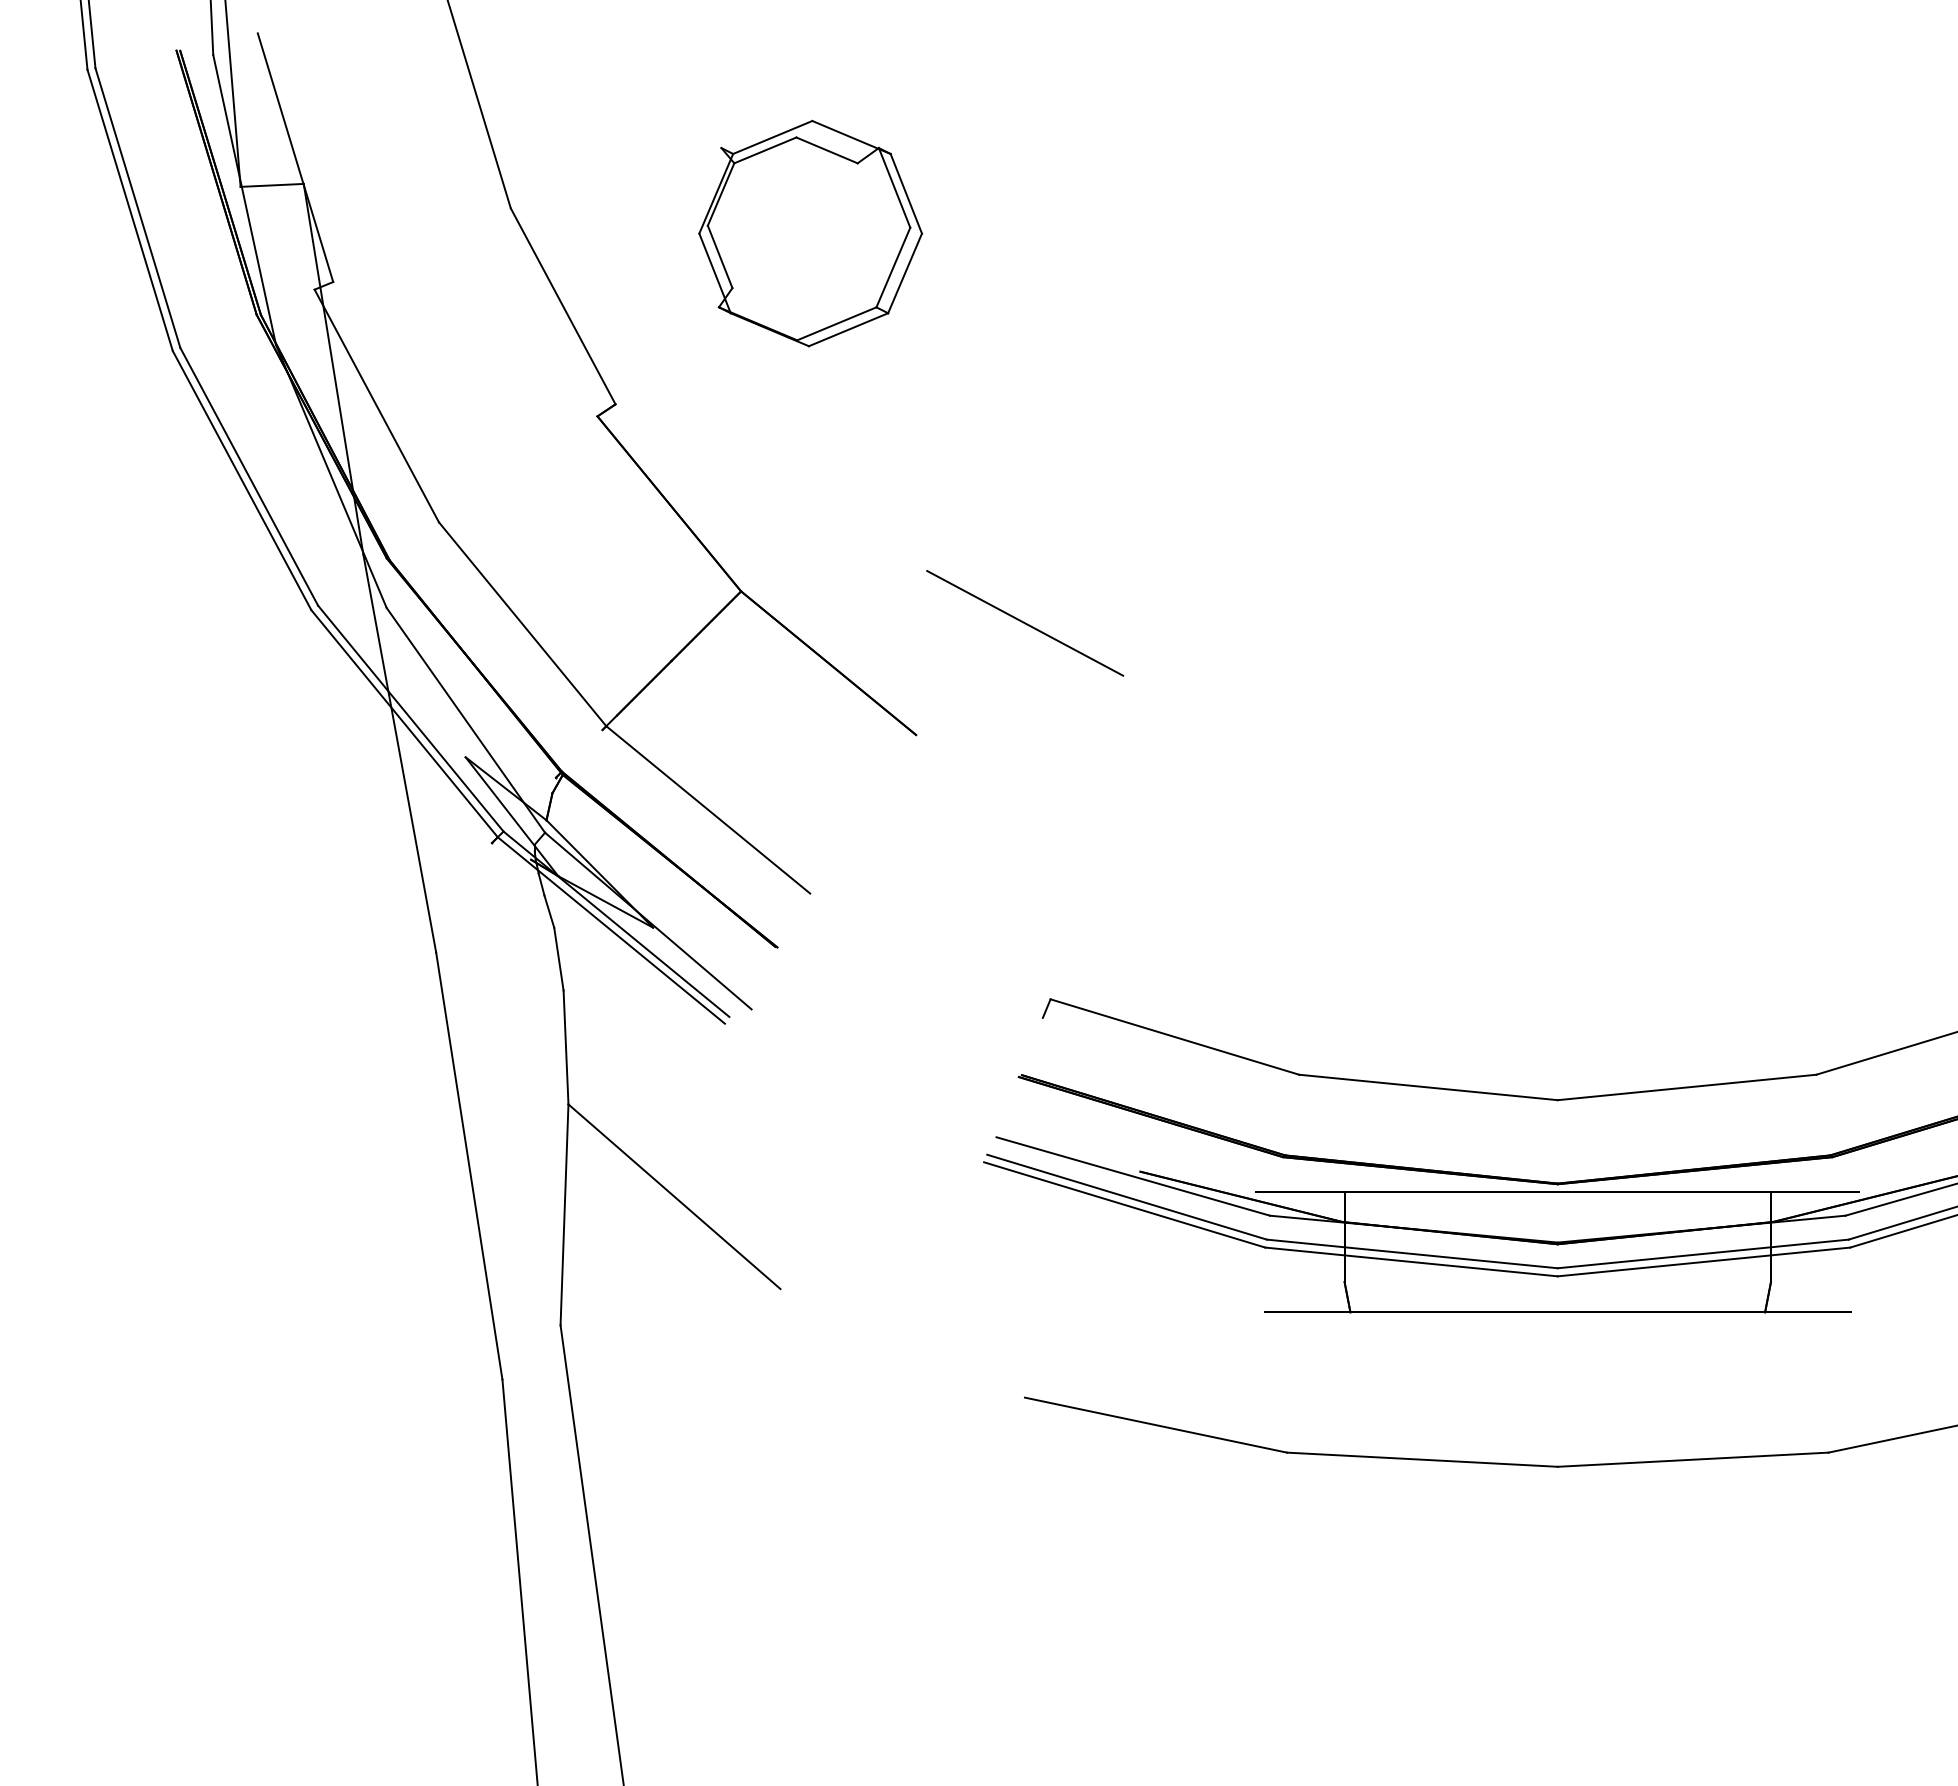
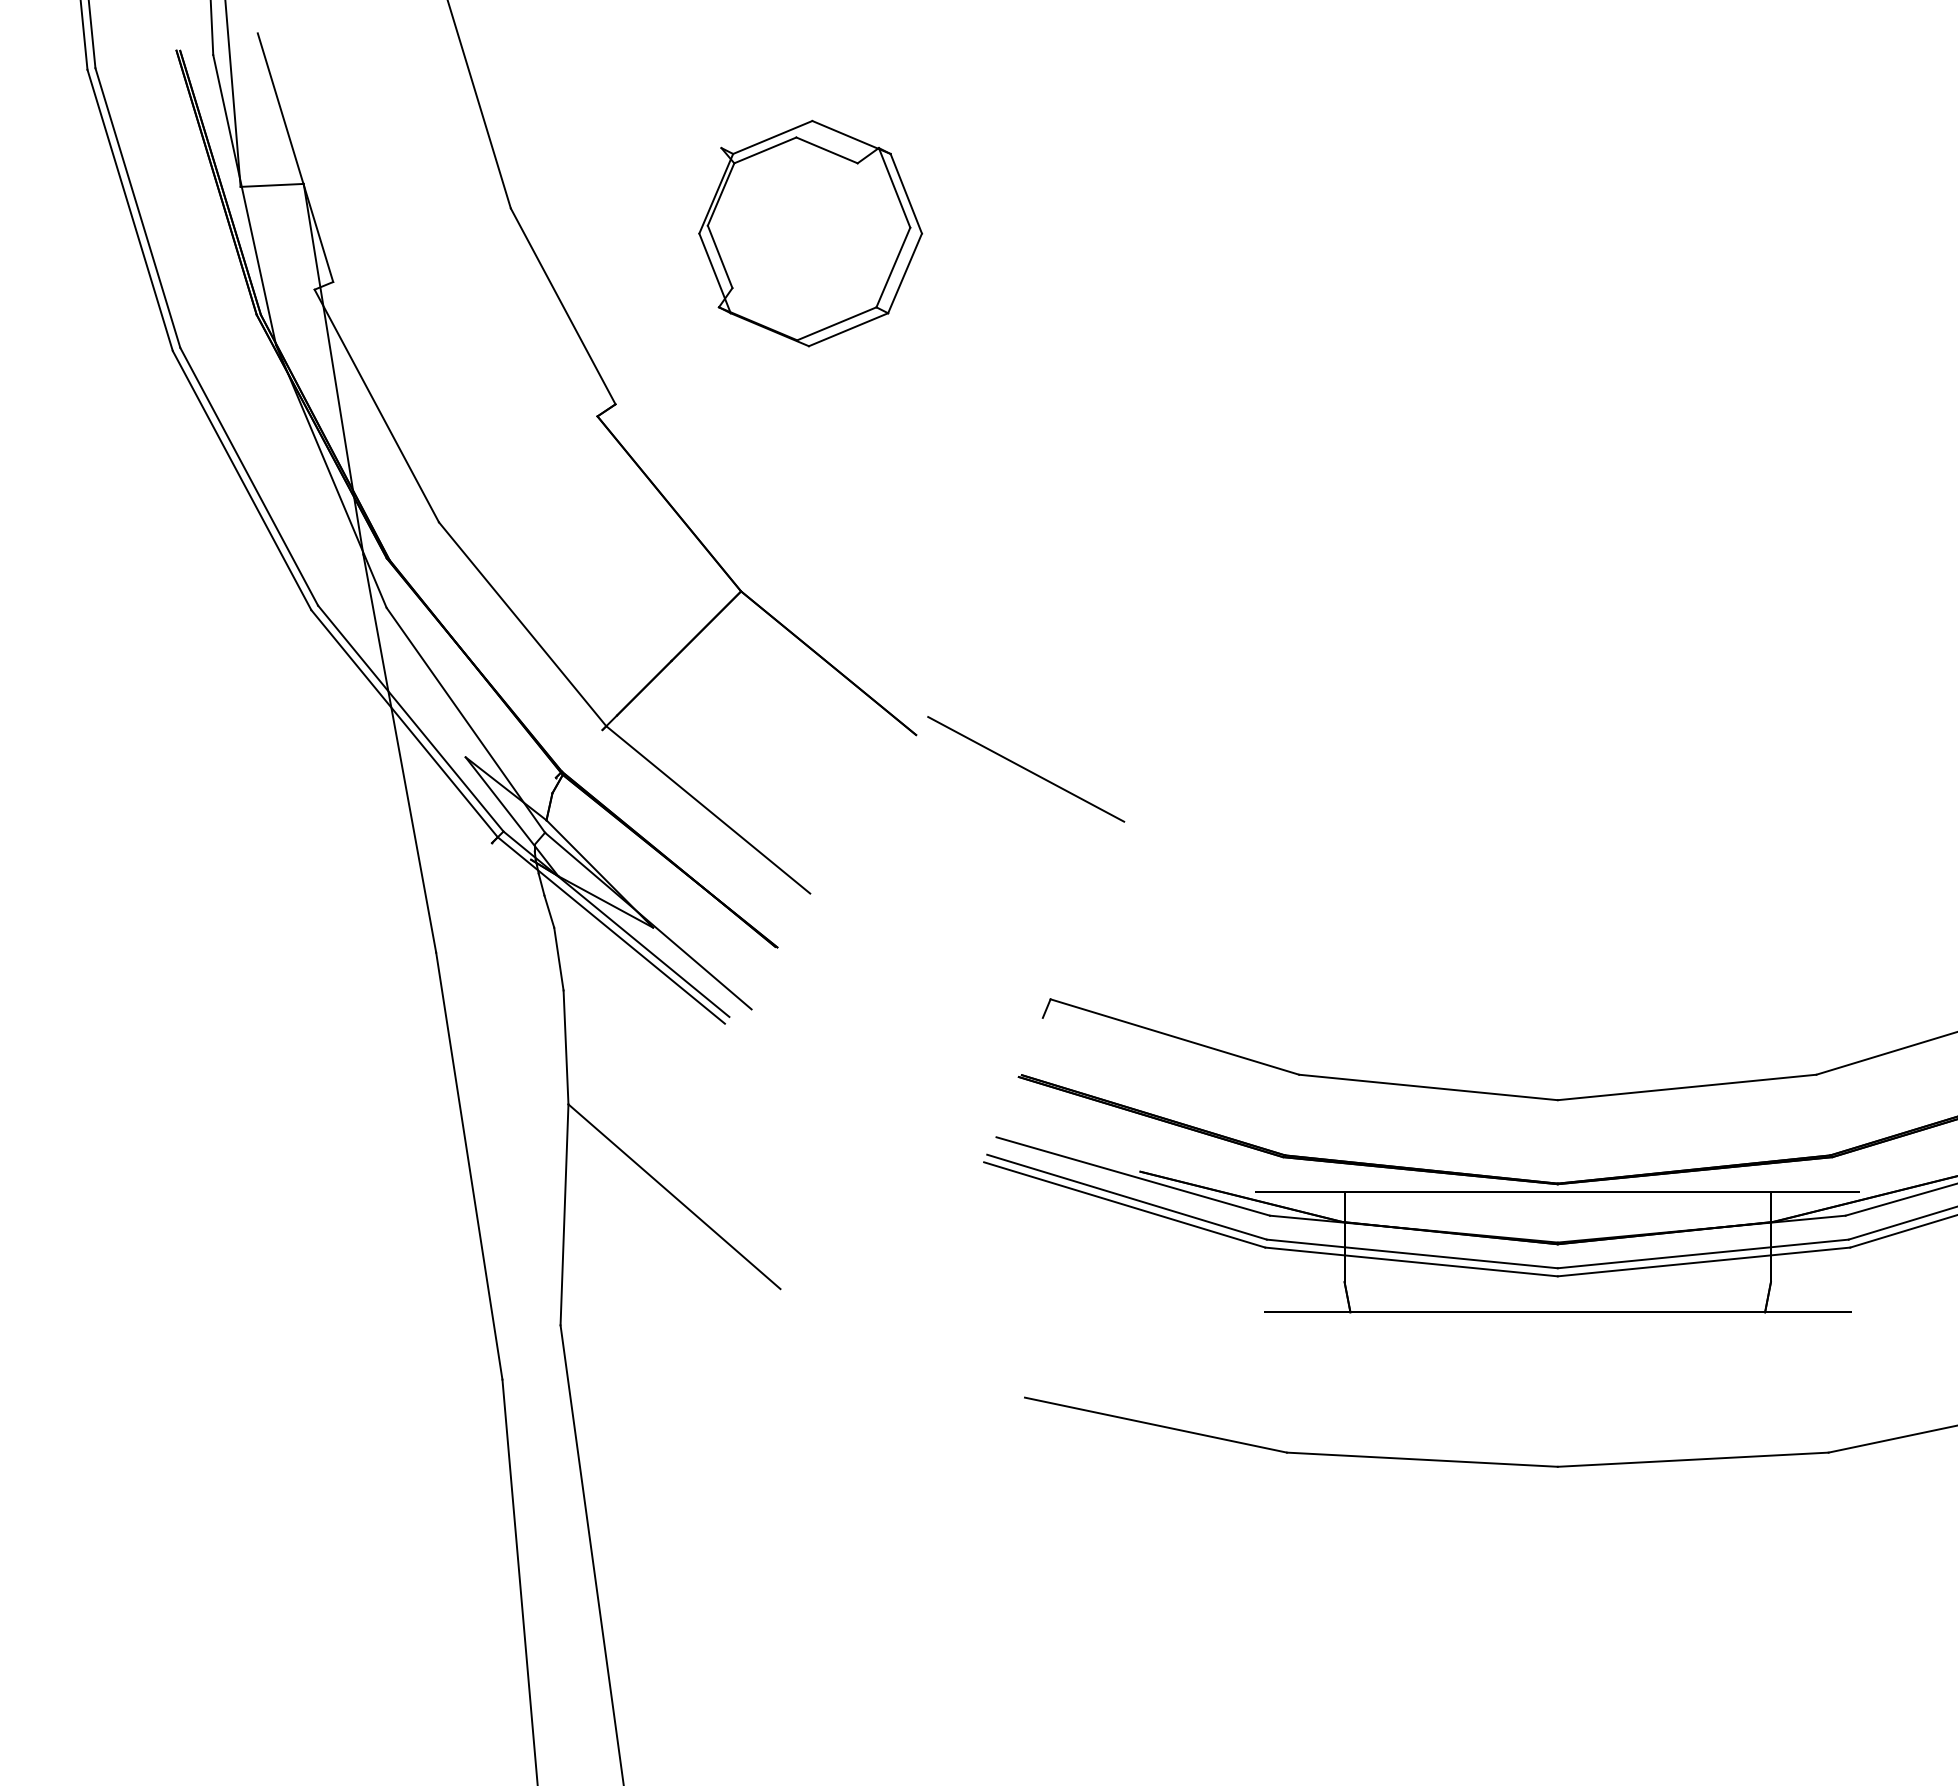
line at (1025, 623) position: (1025, 623) -> (1026, 769)
